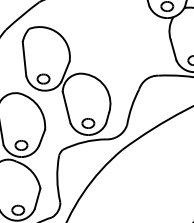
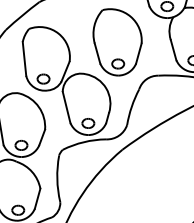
part at (117, 42): none -> present
